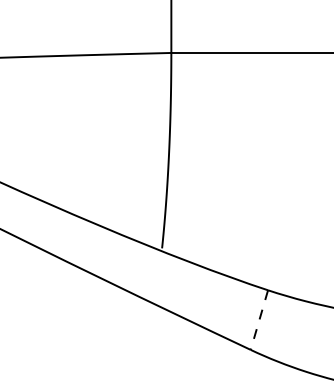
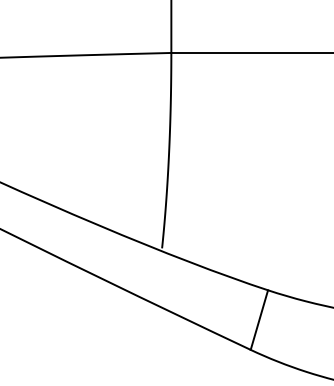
line at (259, 320): dashed -> solid
